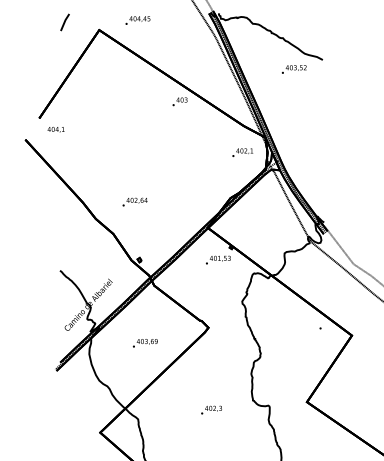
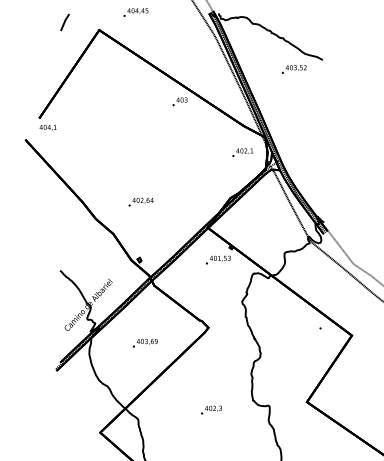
text at (137, 20) position: (137, 20) -> (135, 12)
text at (55, 129) position: (55, 129) -> (47, 127)
text at (134, 201) position: (134, 201) -> (140, 201)
